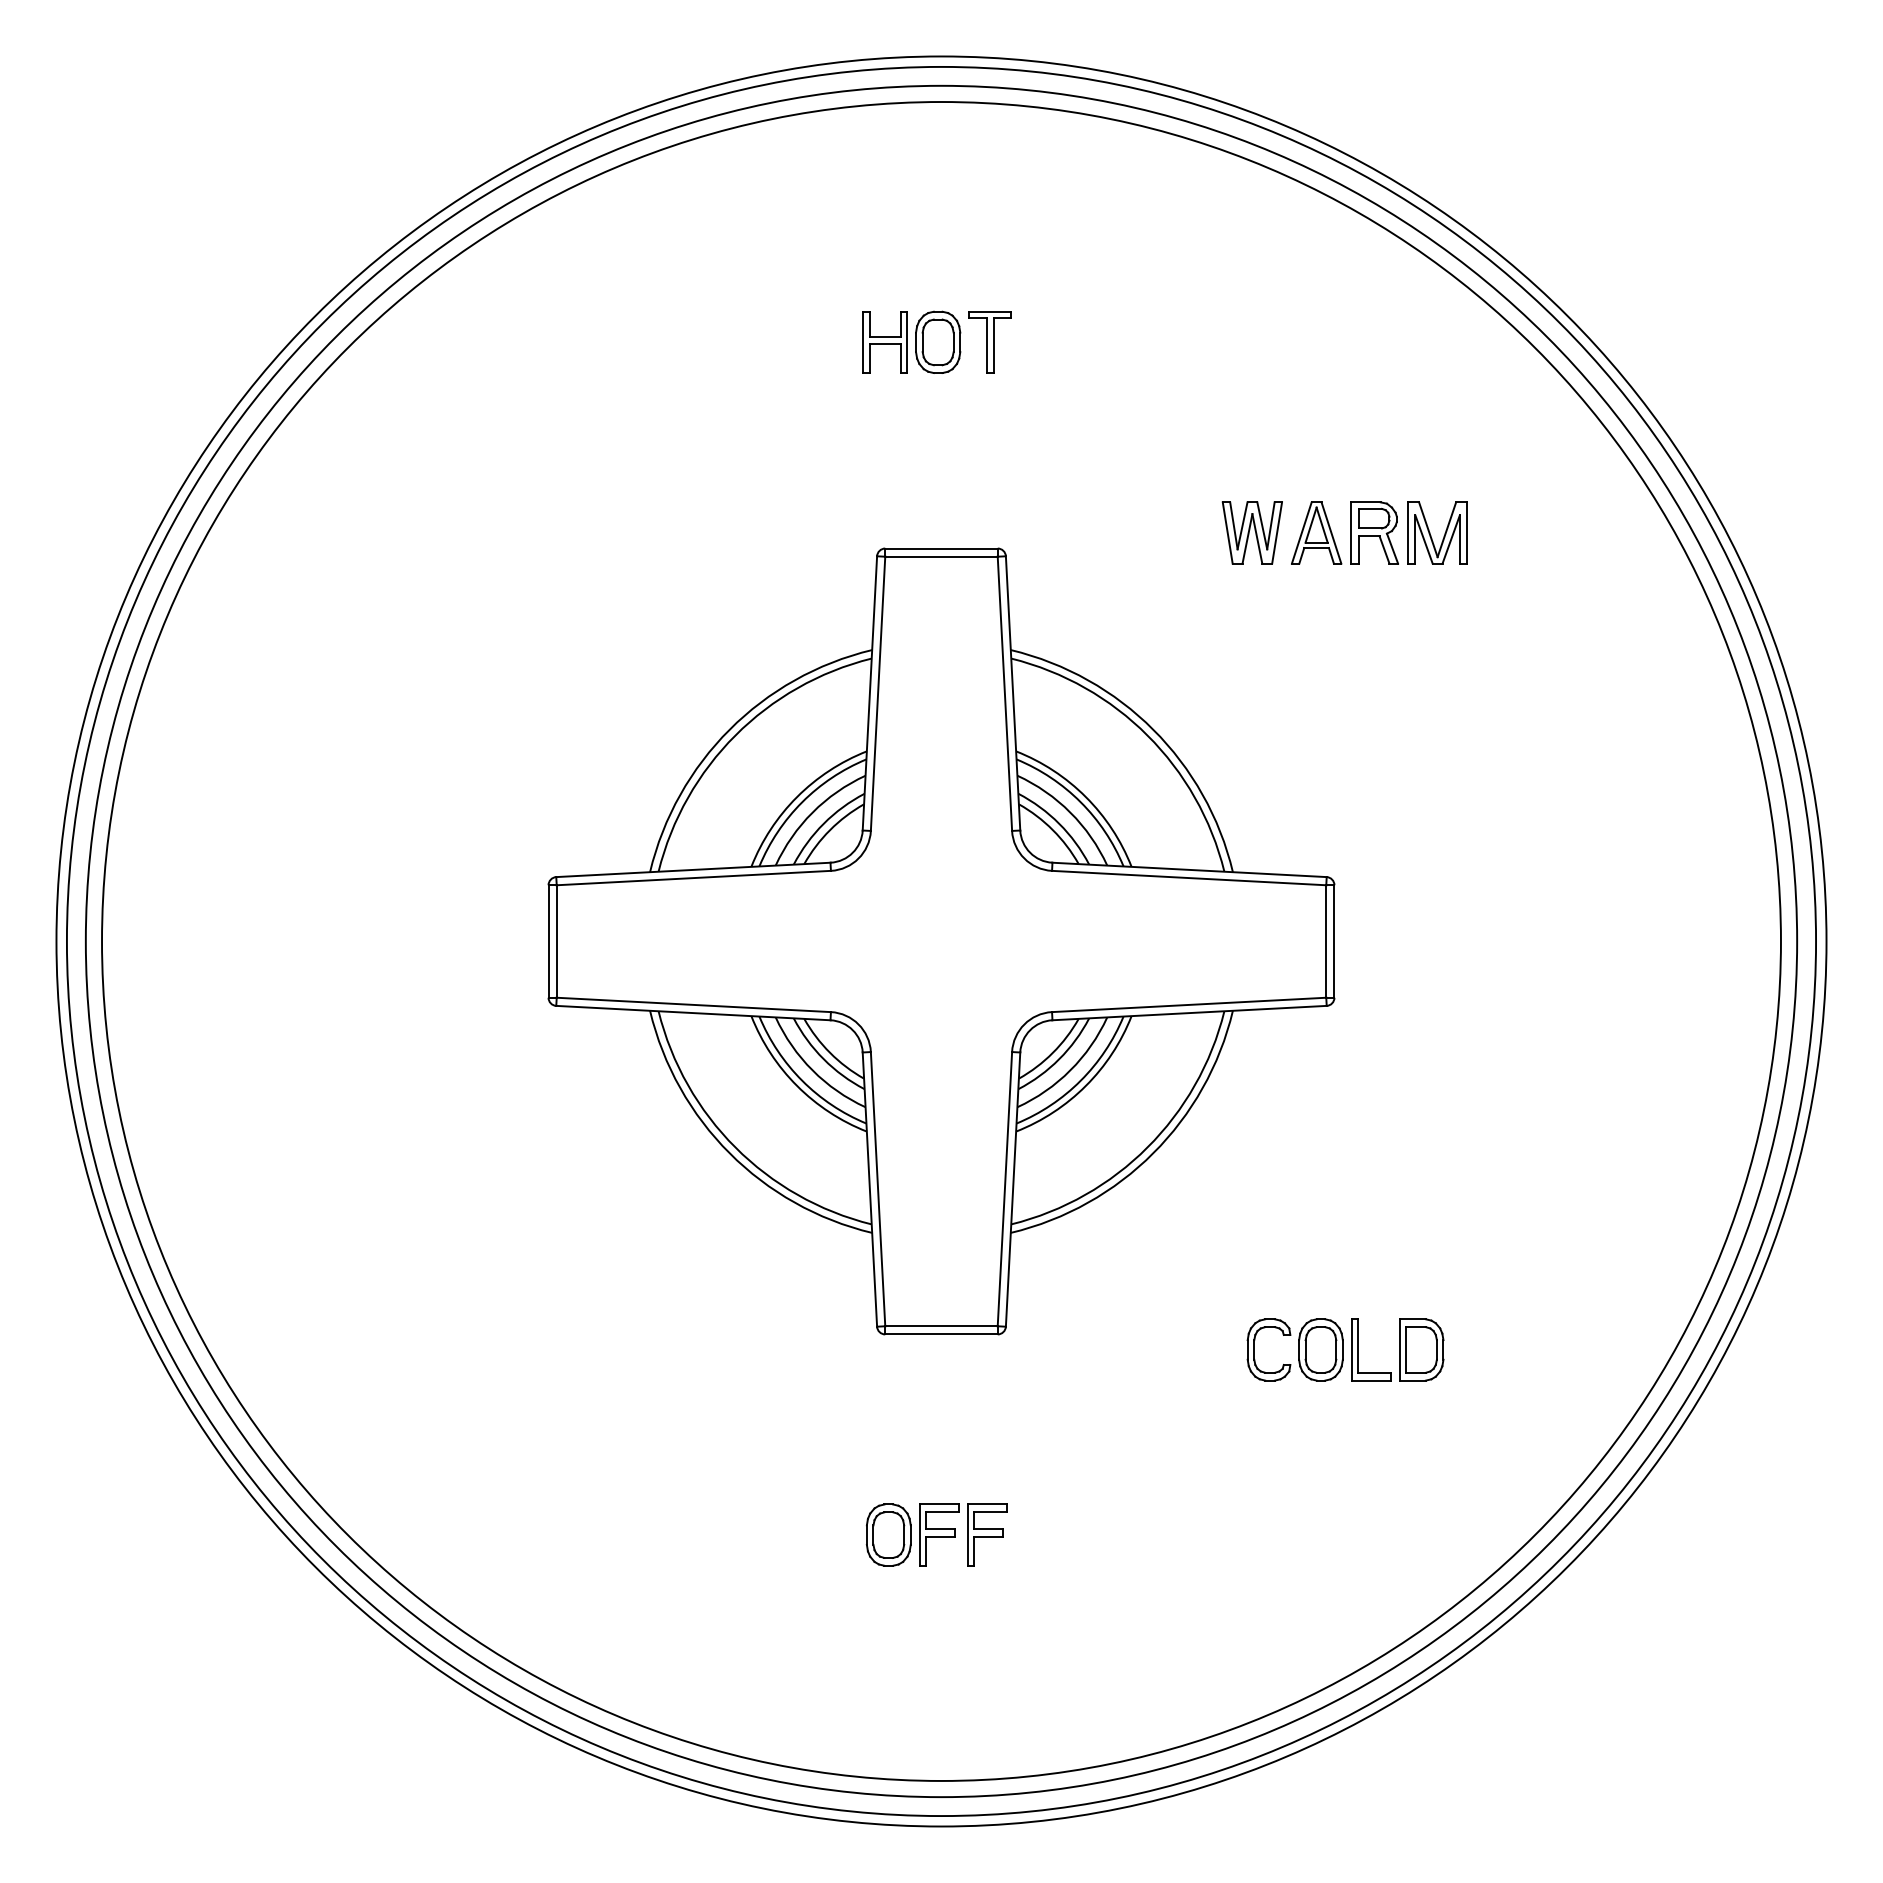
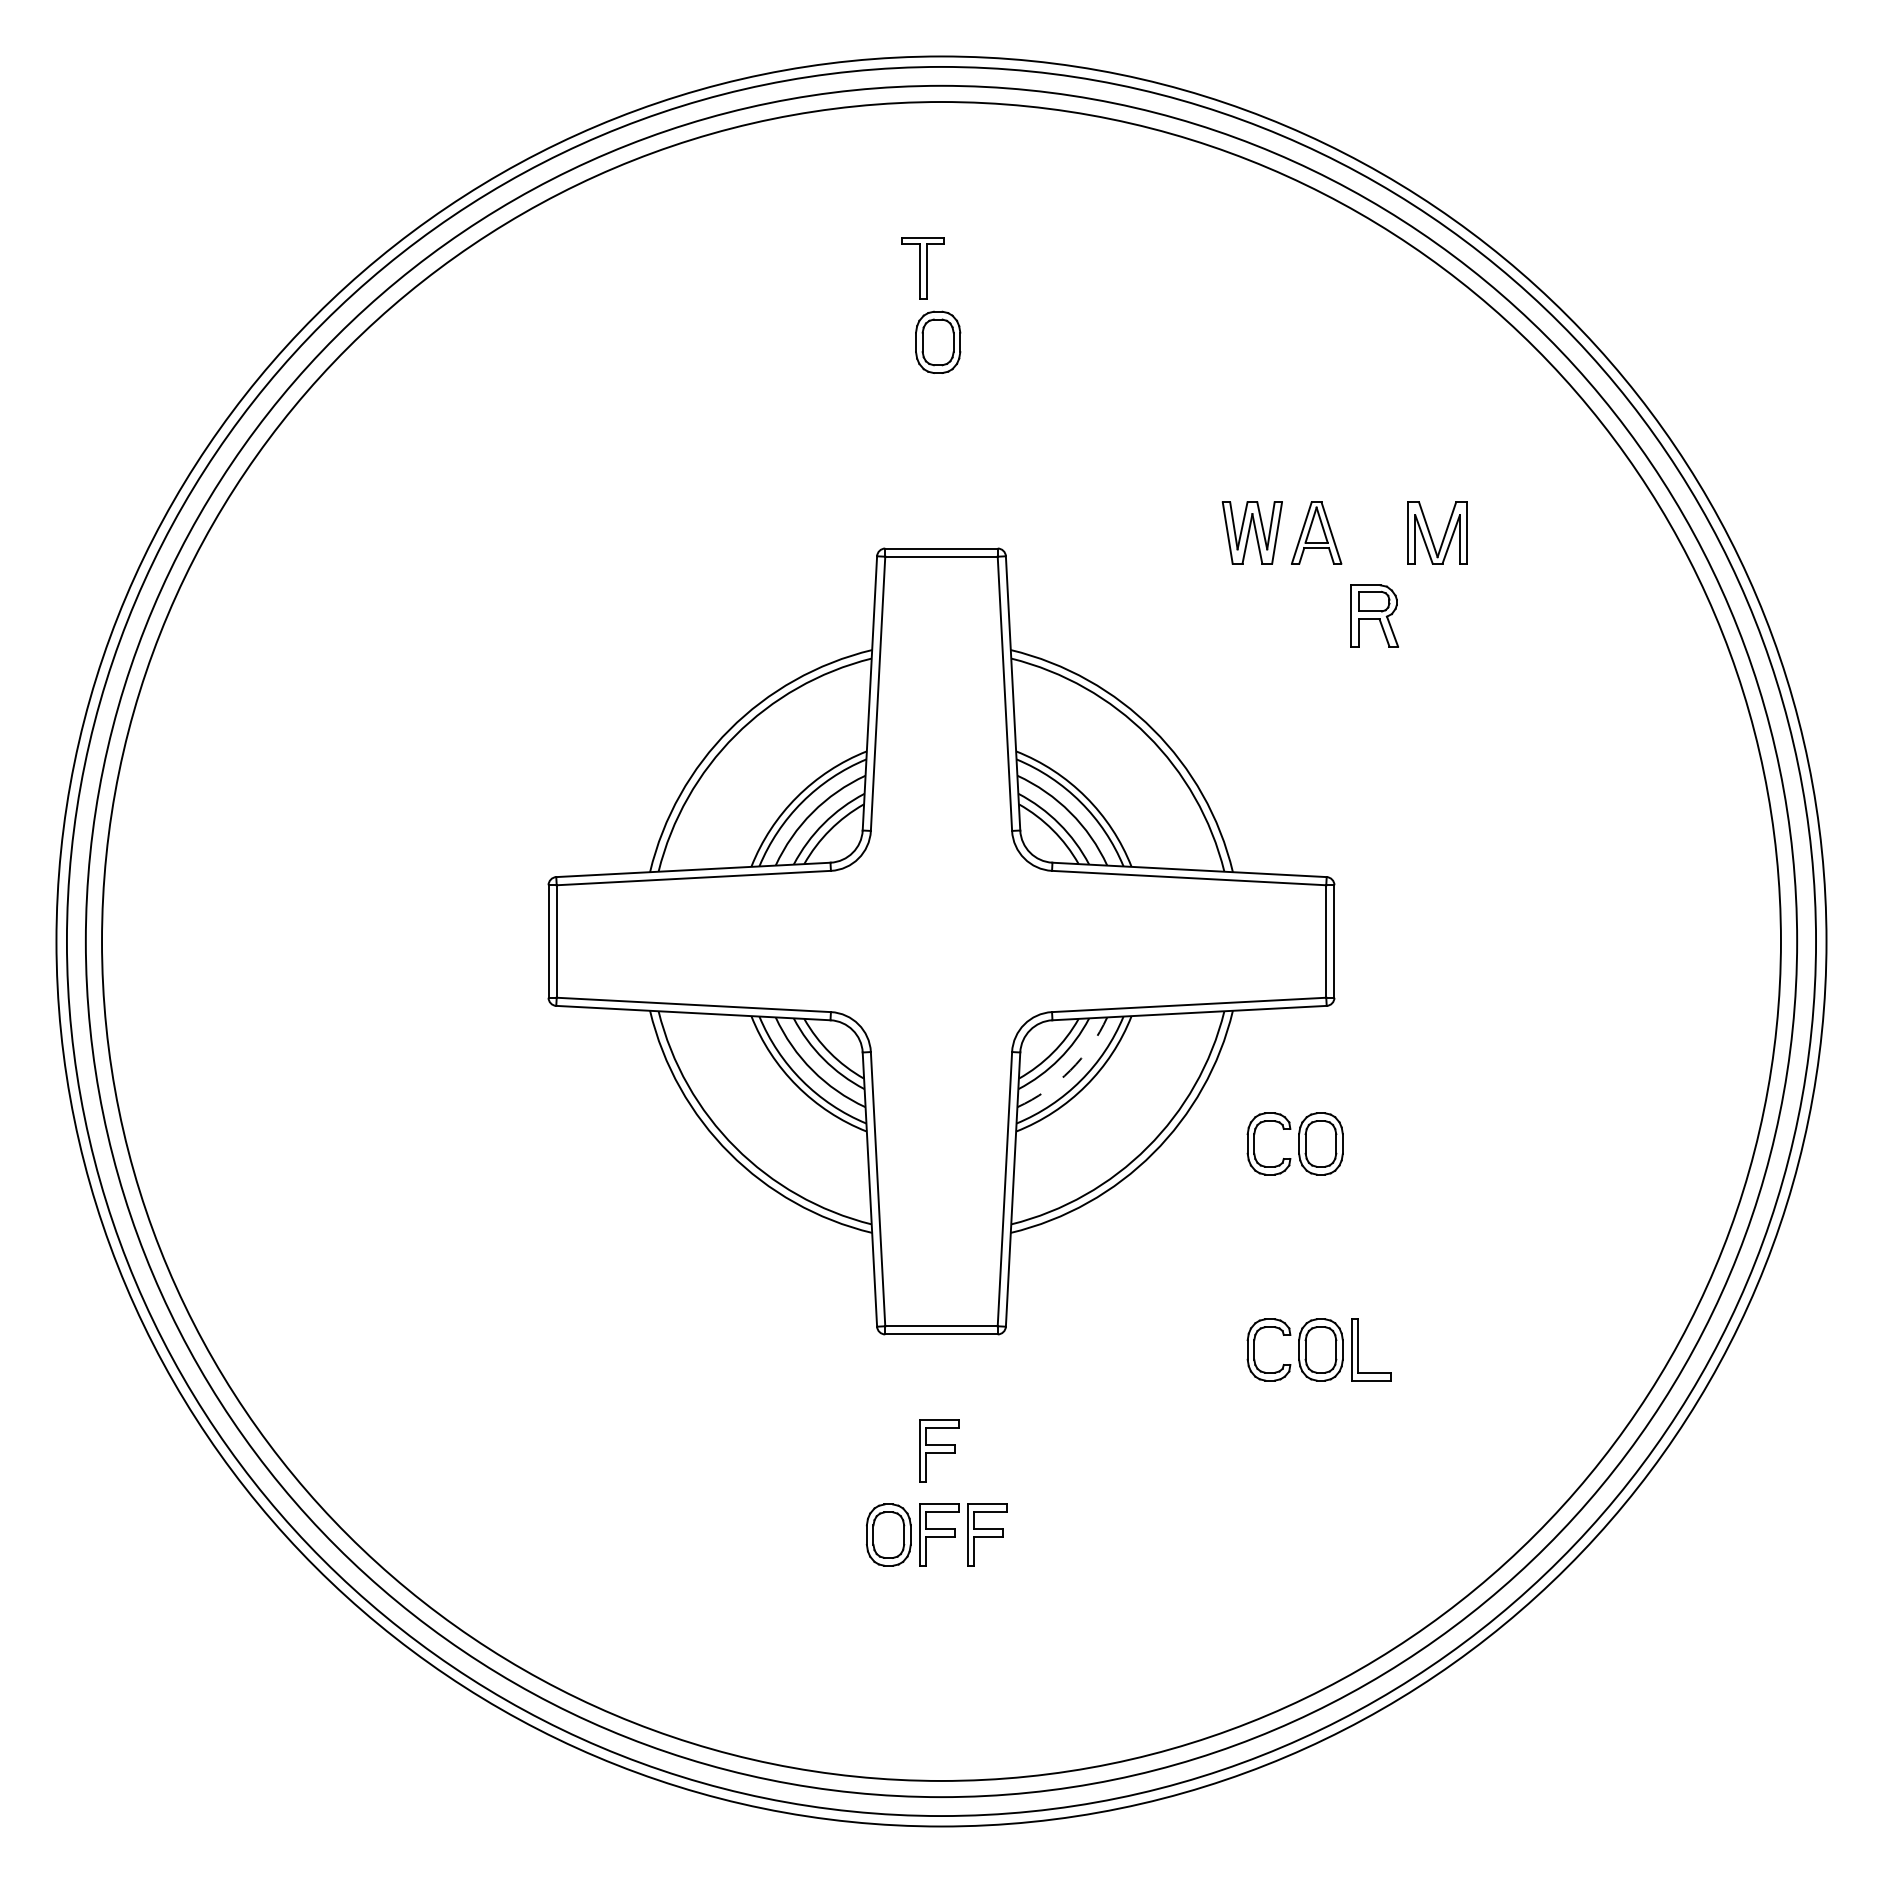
part at (884, 342): present -> none
part at (989, 342) position: (989, 342) -> (922, 268)
part at (1374, 532) position: (1374, 532) -> (1374, 615)
arc at (1070, 1070): solid -> dashed
part at (1294, 1143): none -> present
part at (1421, 1349): present -> none
part at (939, 1450): none -> present
